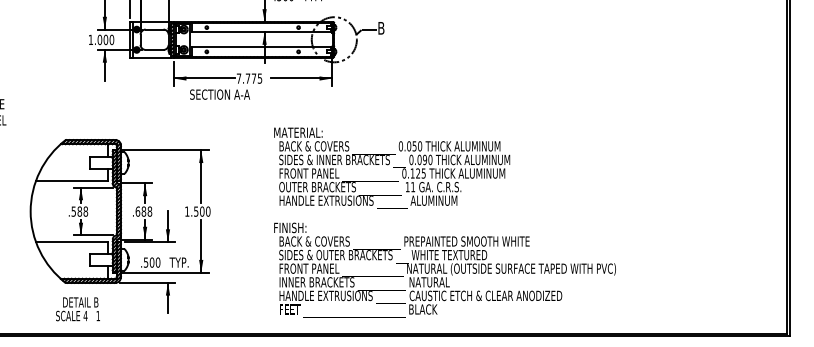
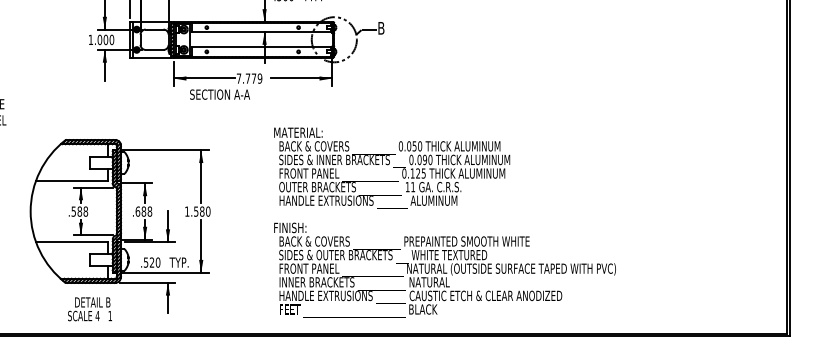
text at (259, 78): 7.775 -> 7.779
text at (202, 211): 1.500 -> 1.580
text at (151, 262): .500 -> .520
text at (77, 309) position: (77, 309) -> (89, 309)
